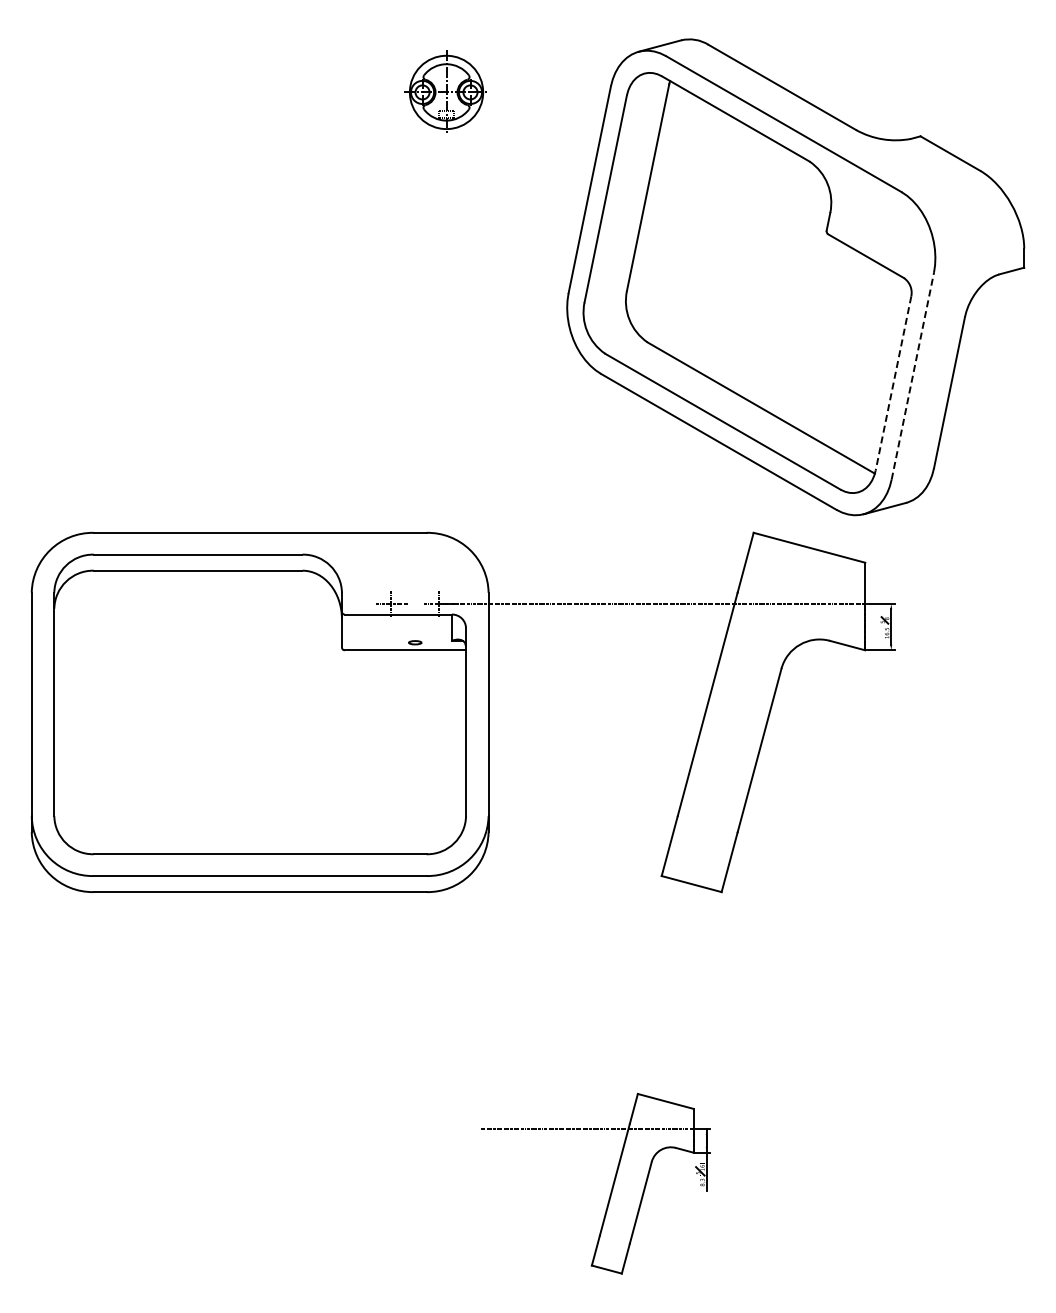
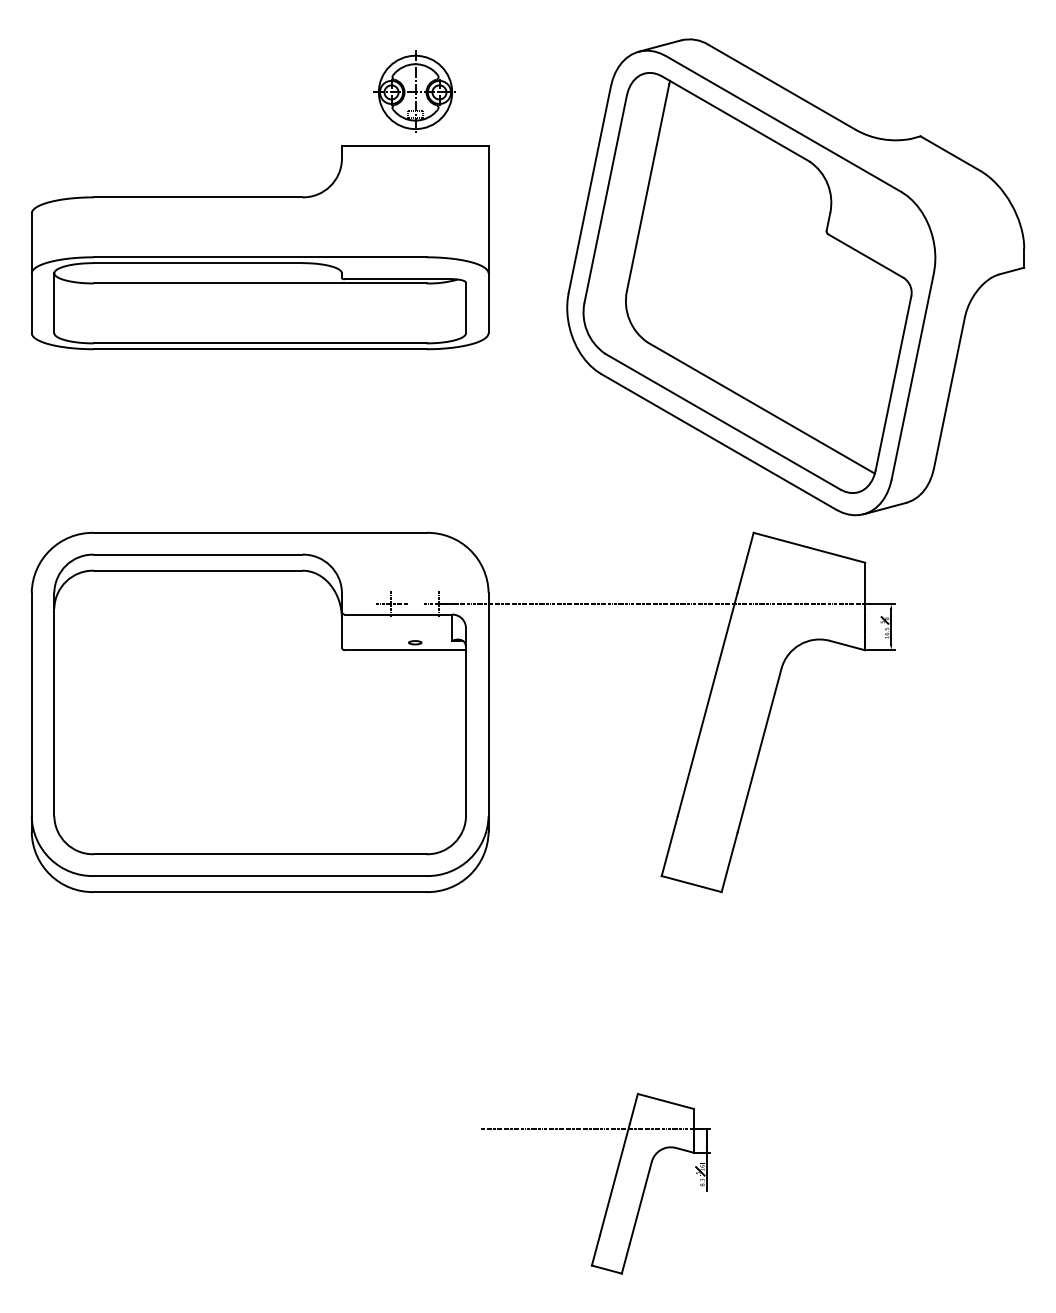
part at (445, 91) position: (445, 91) -> (414, 91)
part at (260, 247): none -> present
line at (912, 376): dashed -> solid
line at (893, 383): dashed -> solid
